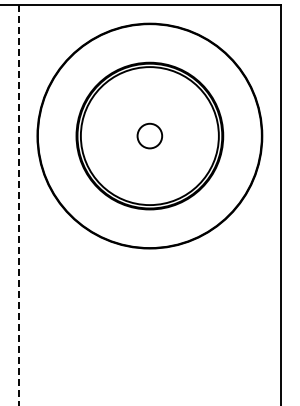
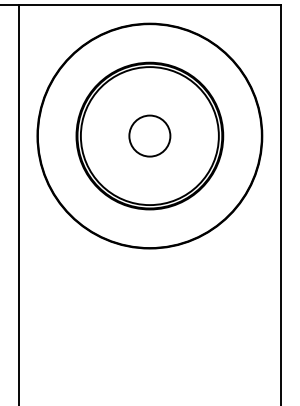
circle at (149, 135) diameter: 25 px -> 41 px
line at (19, 206): dashed -> solid
